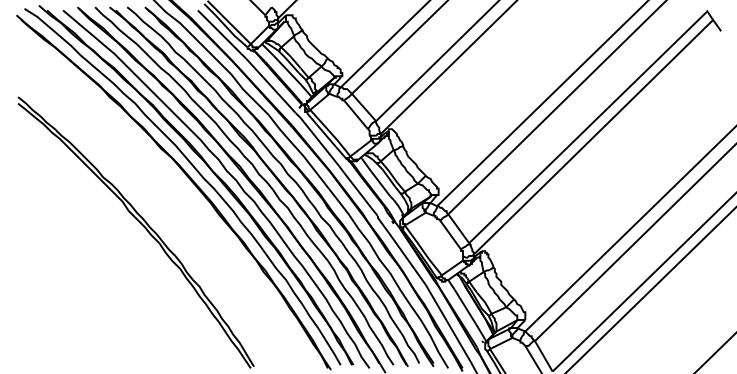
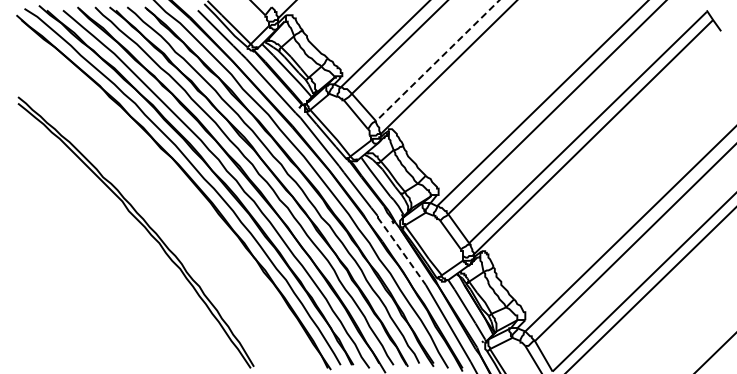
line at (437, 61): solid -> dashed
line at (401, 251): solid -> dashed
